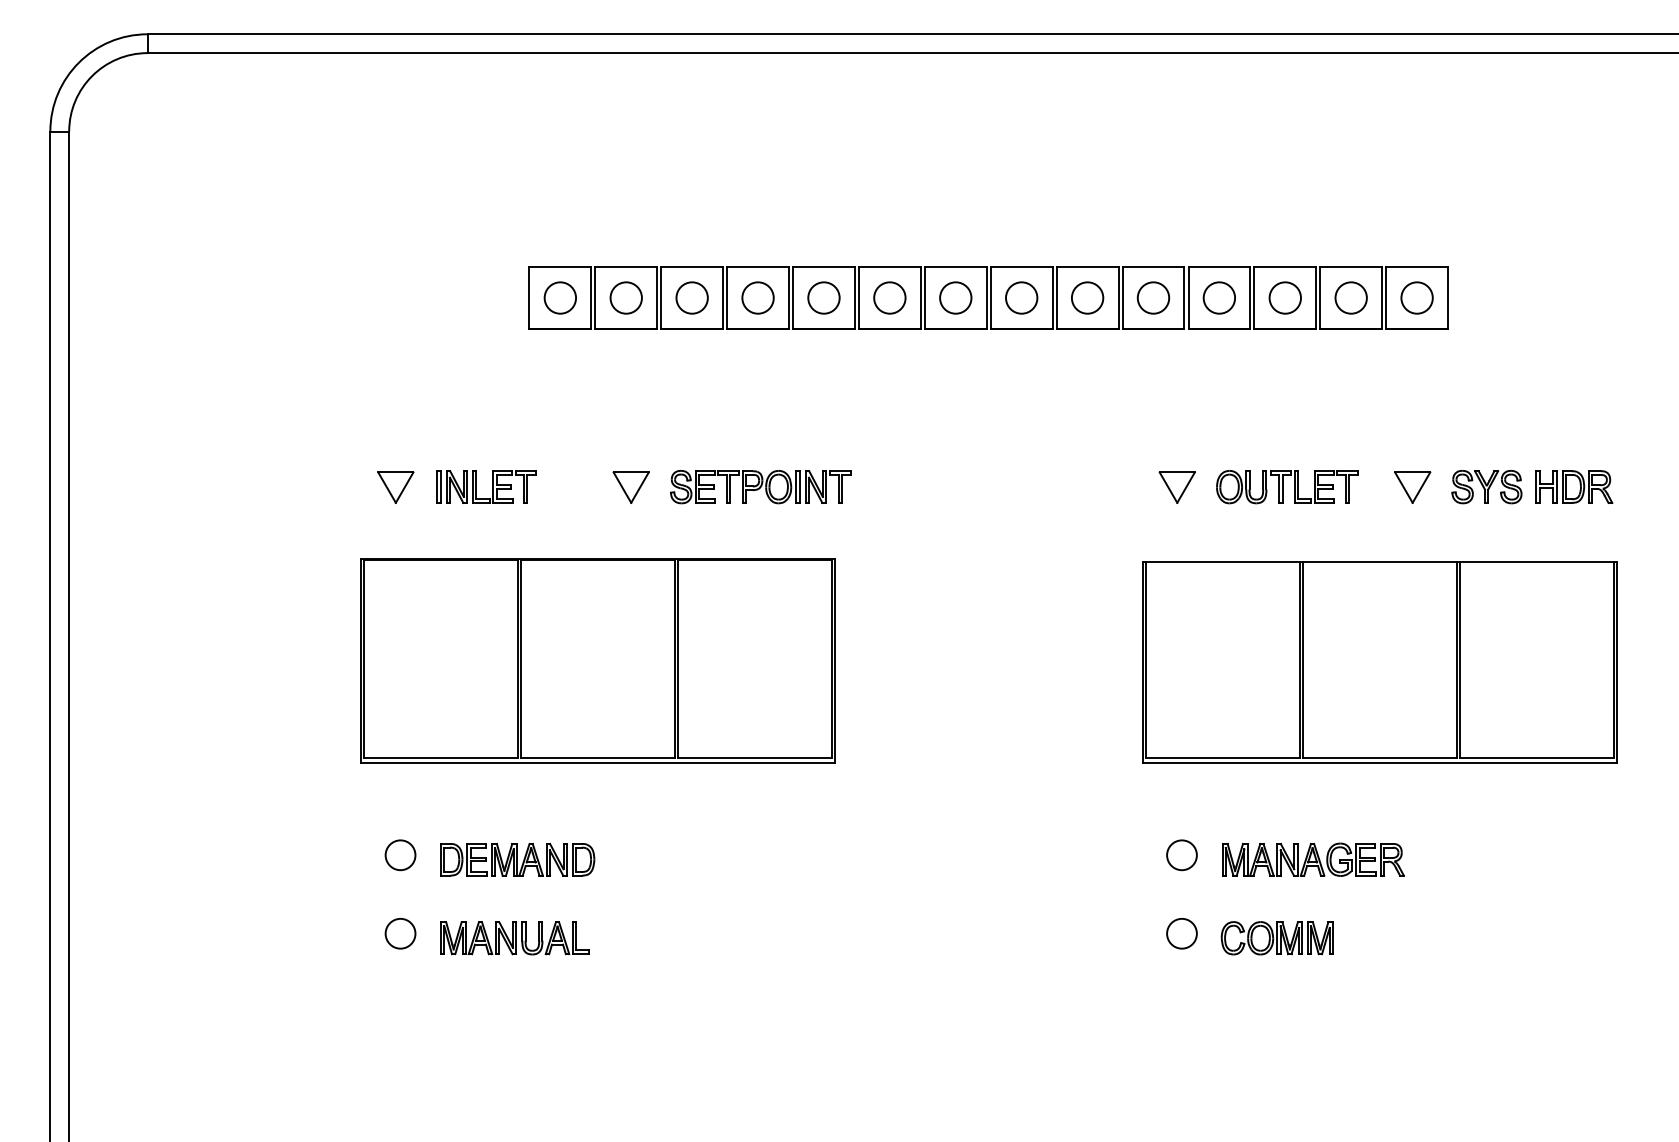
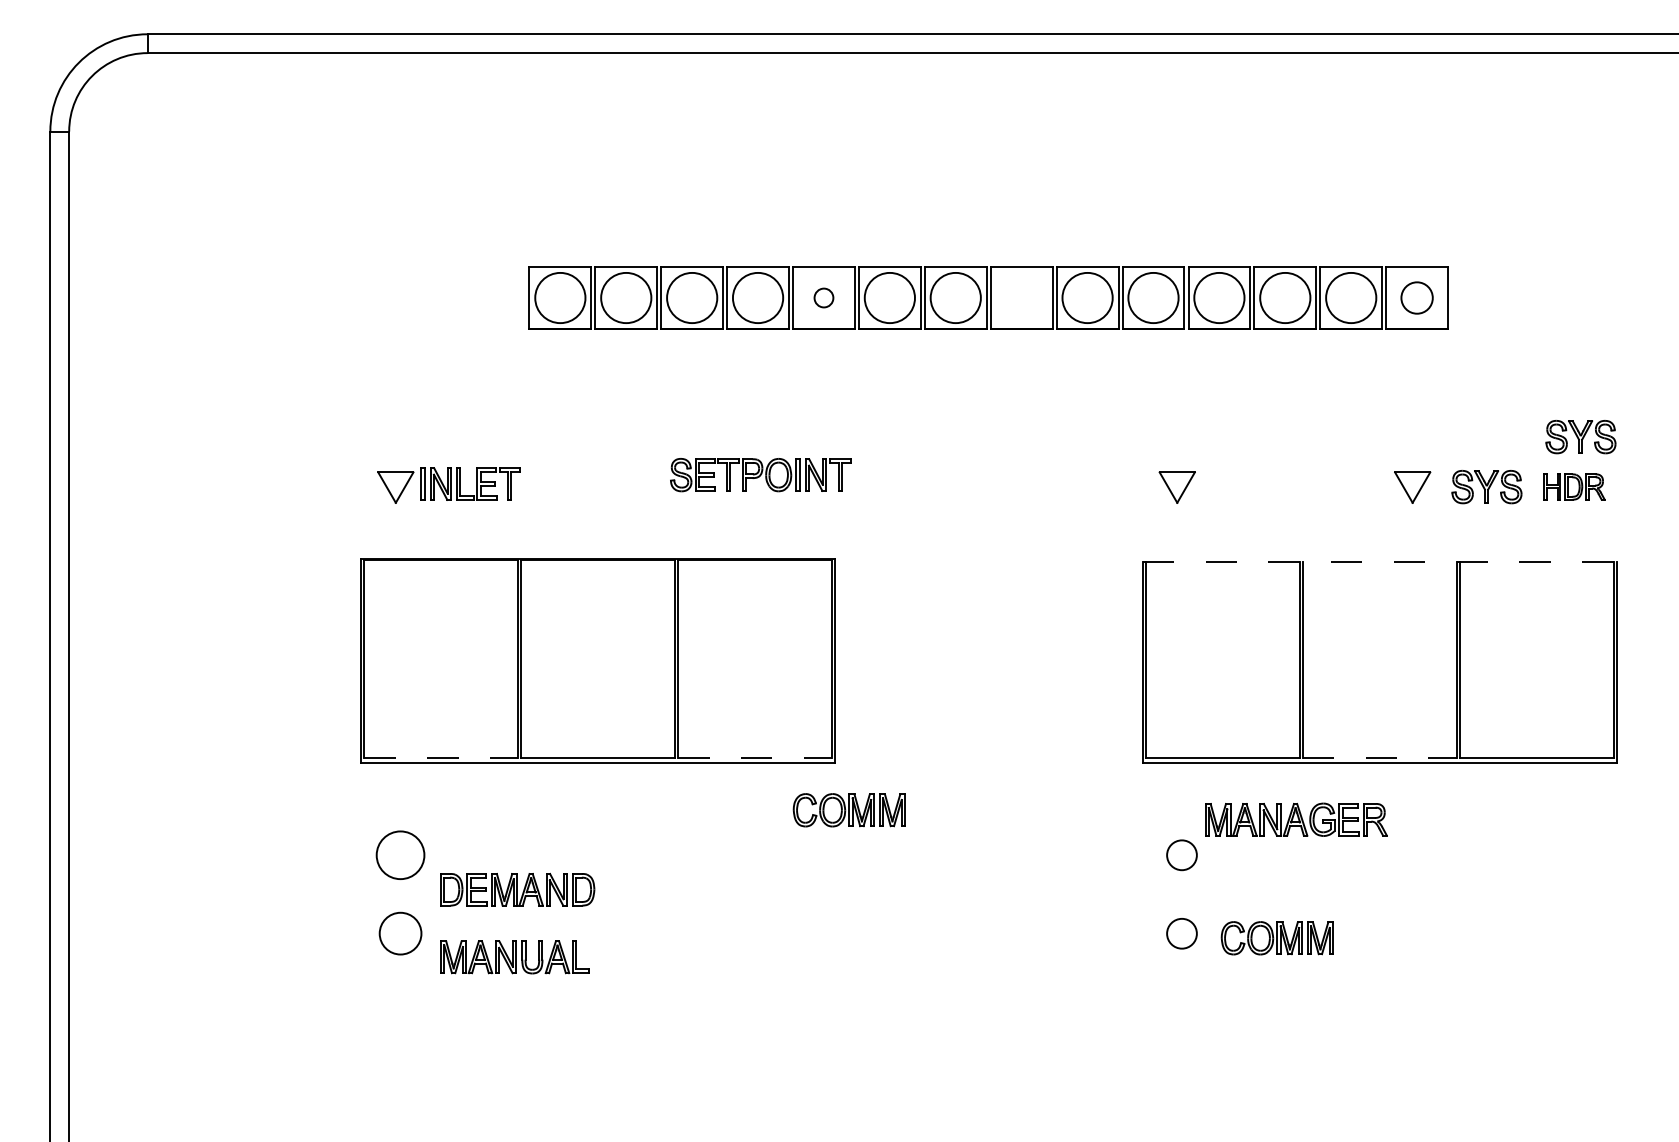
circle at (560, 297) diameter: 31 px -> 50 px
circle at (625, 297) diameter: 31 px -> 50 px
circle at (691, 297) diameter: 31 px -> 50 px
circle at (757, 297) diameter: 31 px -> 50 px
circle at (823, 297) diameter: 31 px -> 19 px
circle at (889, 297) diameter: 31 px -> 50 px
circle at (955, 297) diameter: 31 px -> 50 px
circle at (1021, 297): present -> none
circle at (1087, 297) diameter: 31 px -> 50 px
circle at (1153, 297) diameter: 31 px -> 50 px
circle at (1219, 297) diameter: 31 px -> 50 px
circle at (1285, 297) diameter: 31 px -> 50 px
circle at (1350, 297) diameter: 31 px -> 50 px
part at (1580, 437): none -> present
part at (486, 486) position: (486, 486) -> (470, 483)
part at (1574, 486) size: 79x34 px -> 63x28 px
part at (630, 487): present -> none
part at (760, 487) position: (760, 487) -> (760, 475)
part at (1287, 487): present -> none
line at (1379, 561): solid -> dashed
line at (441, 758): solid -> dashed
line at (755, 758): solid -> dashed
line at (1379, 758): solid -> dashed
part at (848, 810): none -> present
circle at (400, 855) diameter: 30 px -> 48 px
part at (517, 859) position: (517, 859) -> (517, 889)
part at (1313, 859) position: (1313, 859) -> (1296, 819)
circle at (400, 933) size: 33x32 px -> 45x45 px
part at (514, 938) position: (514, 938) -> (514, 957)
